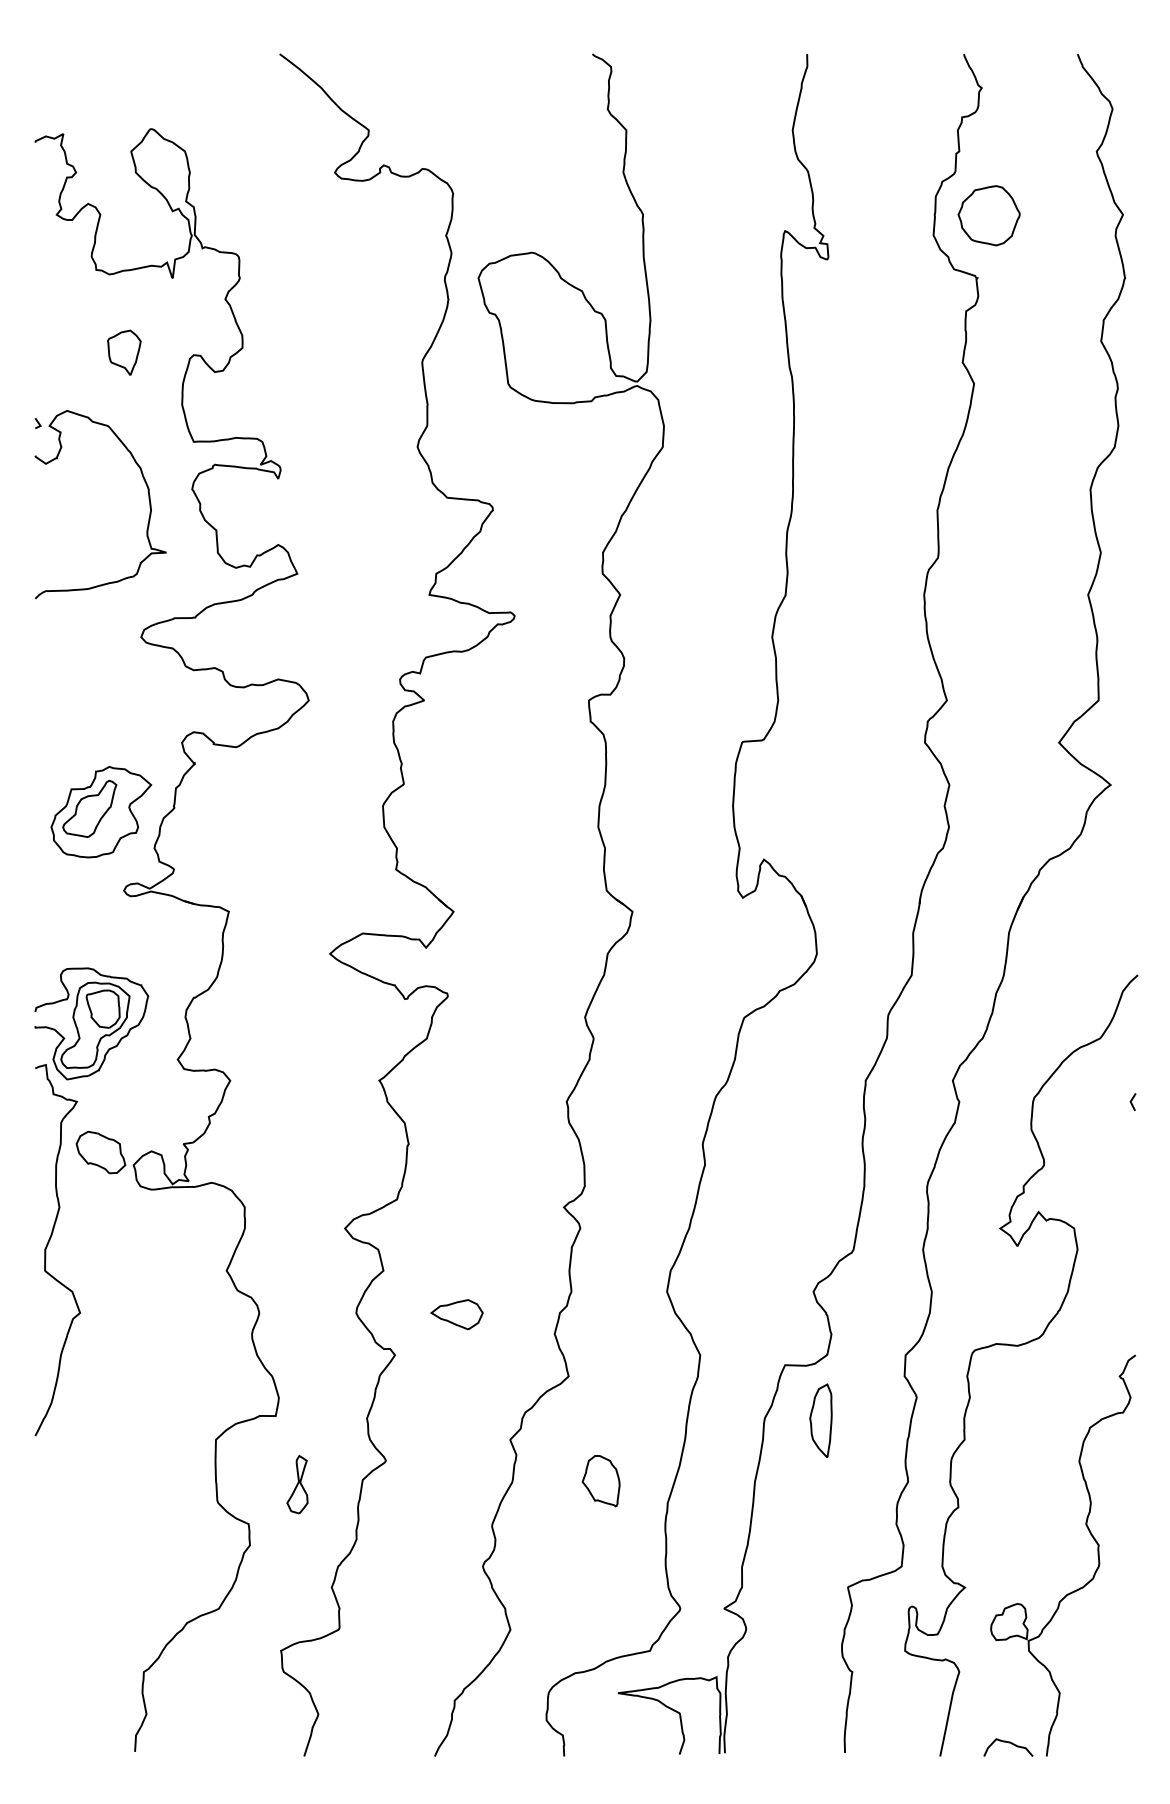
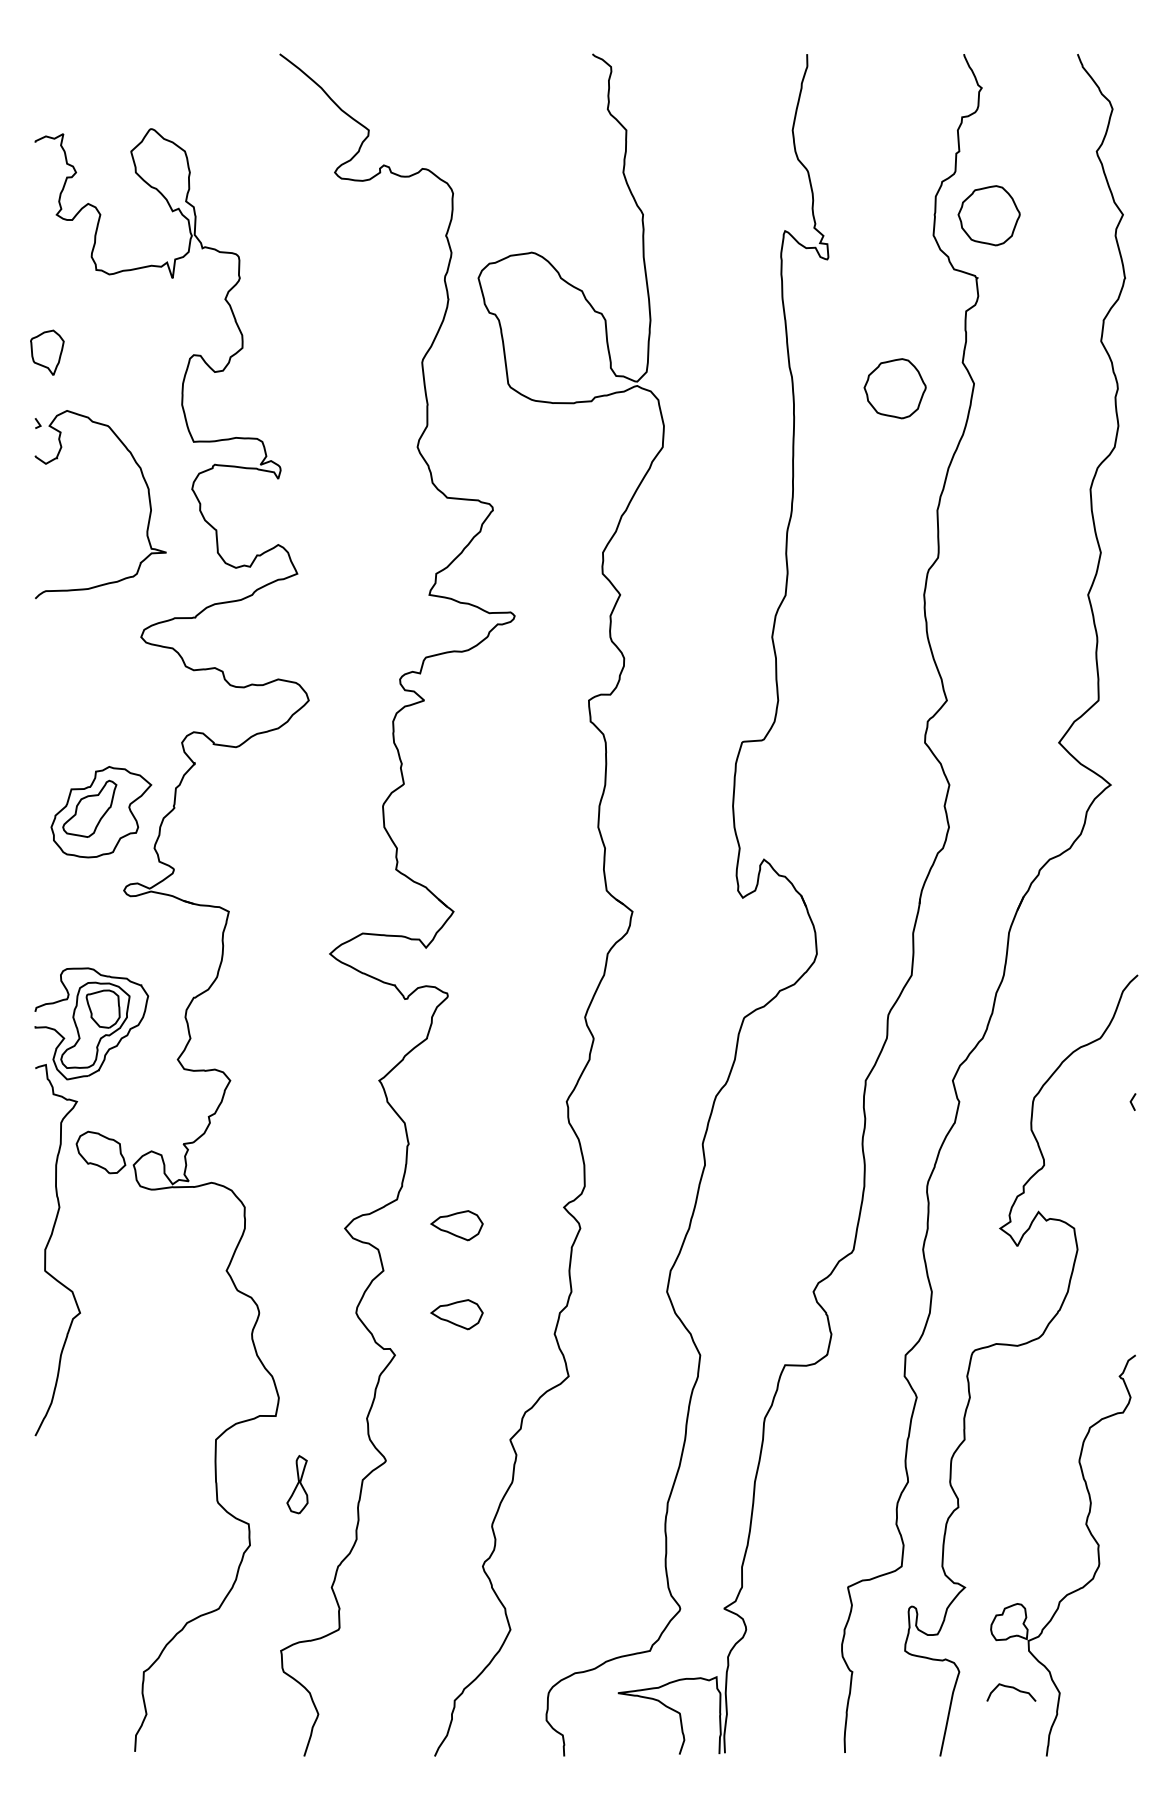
part at (124, 352) position: (124, 352) -> (47, 352)
part at (894, 388): none -> present
part at (456, 1225): none -> present
part at (820, 1420): present -> none
part at (600, 1481): present -> none
curve at (1008, 1743) position: (1008, 1743) -> (1011, 1688)
